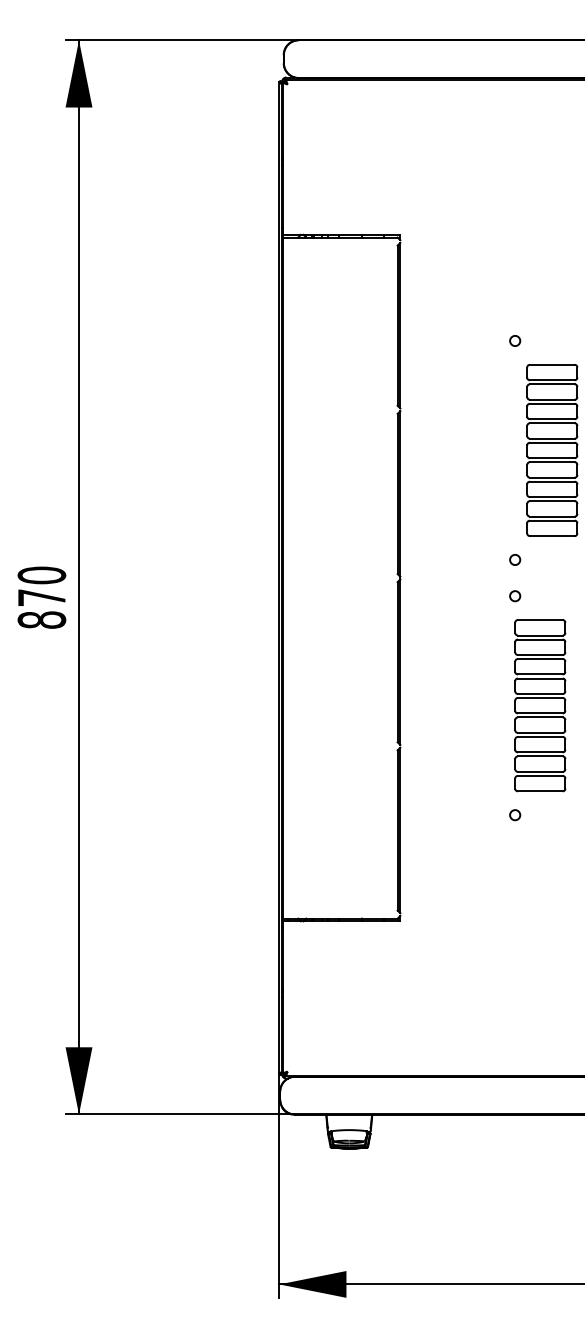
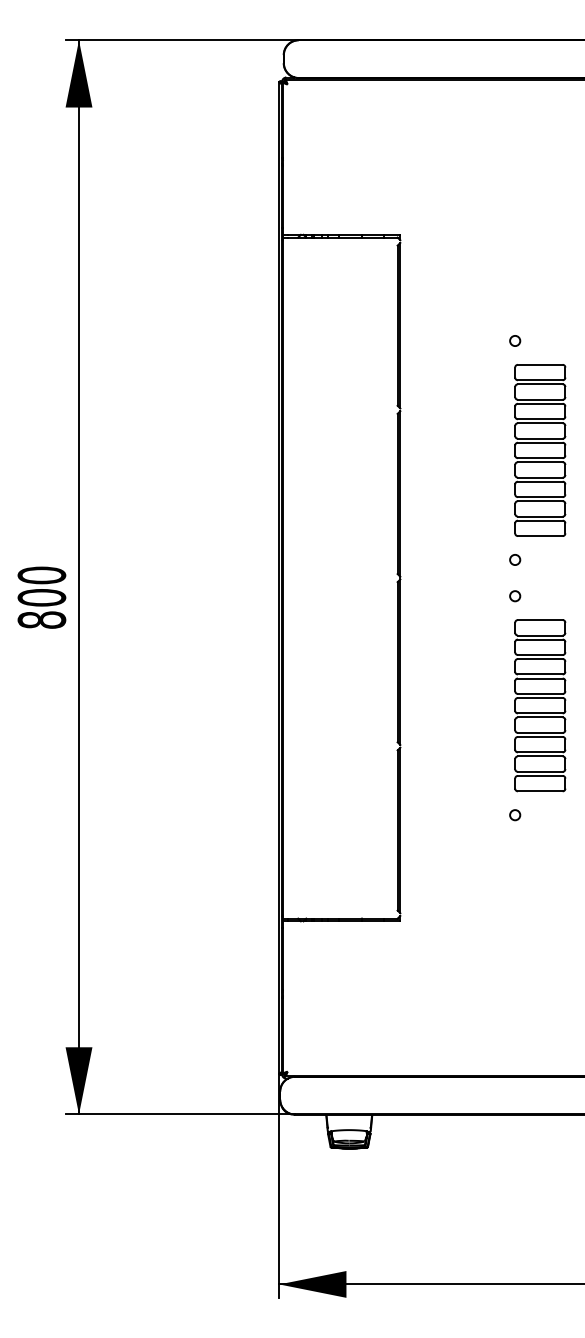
part at (552, 450) position: (552, 450) -> (540, 450)
text at (41, 597): 870 -> 800
